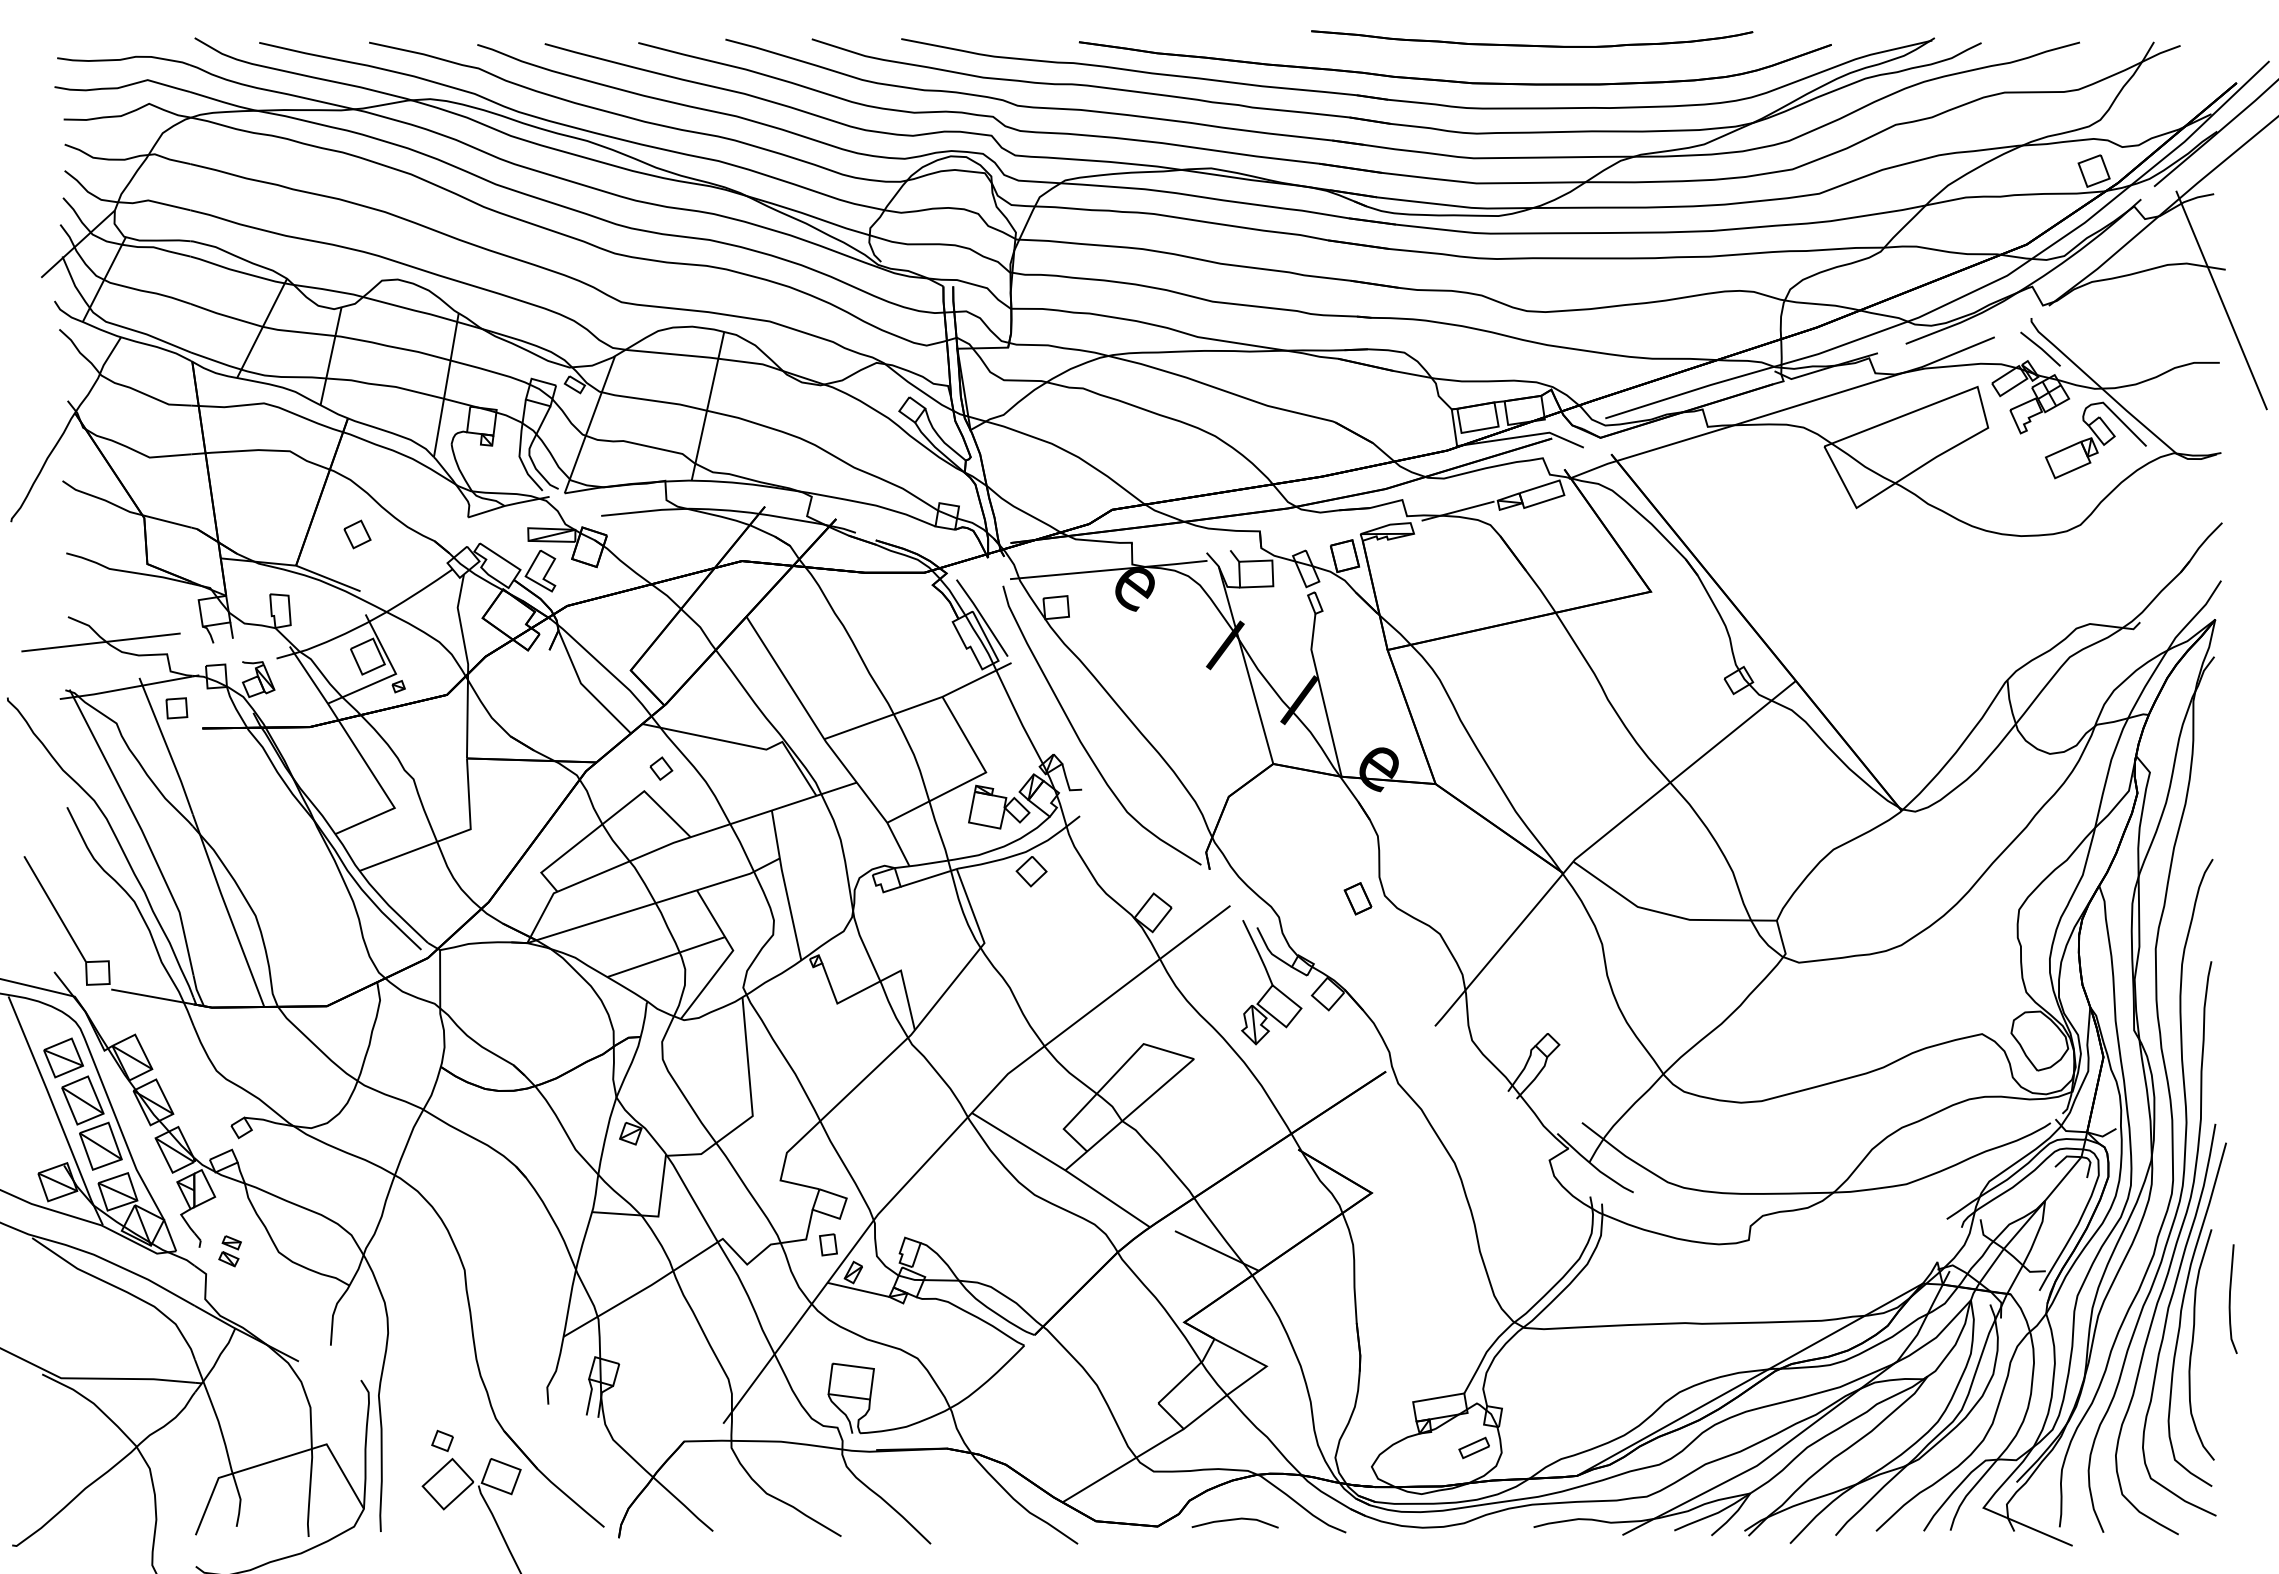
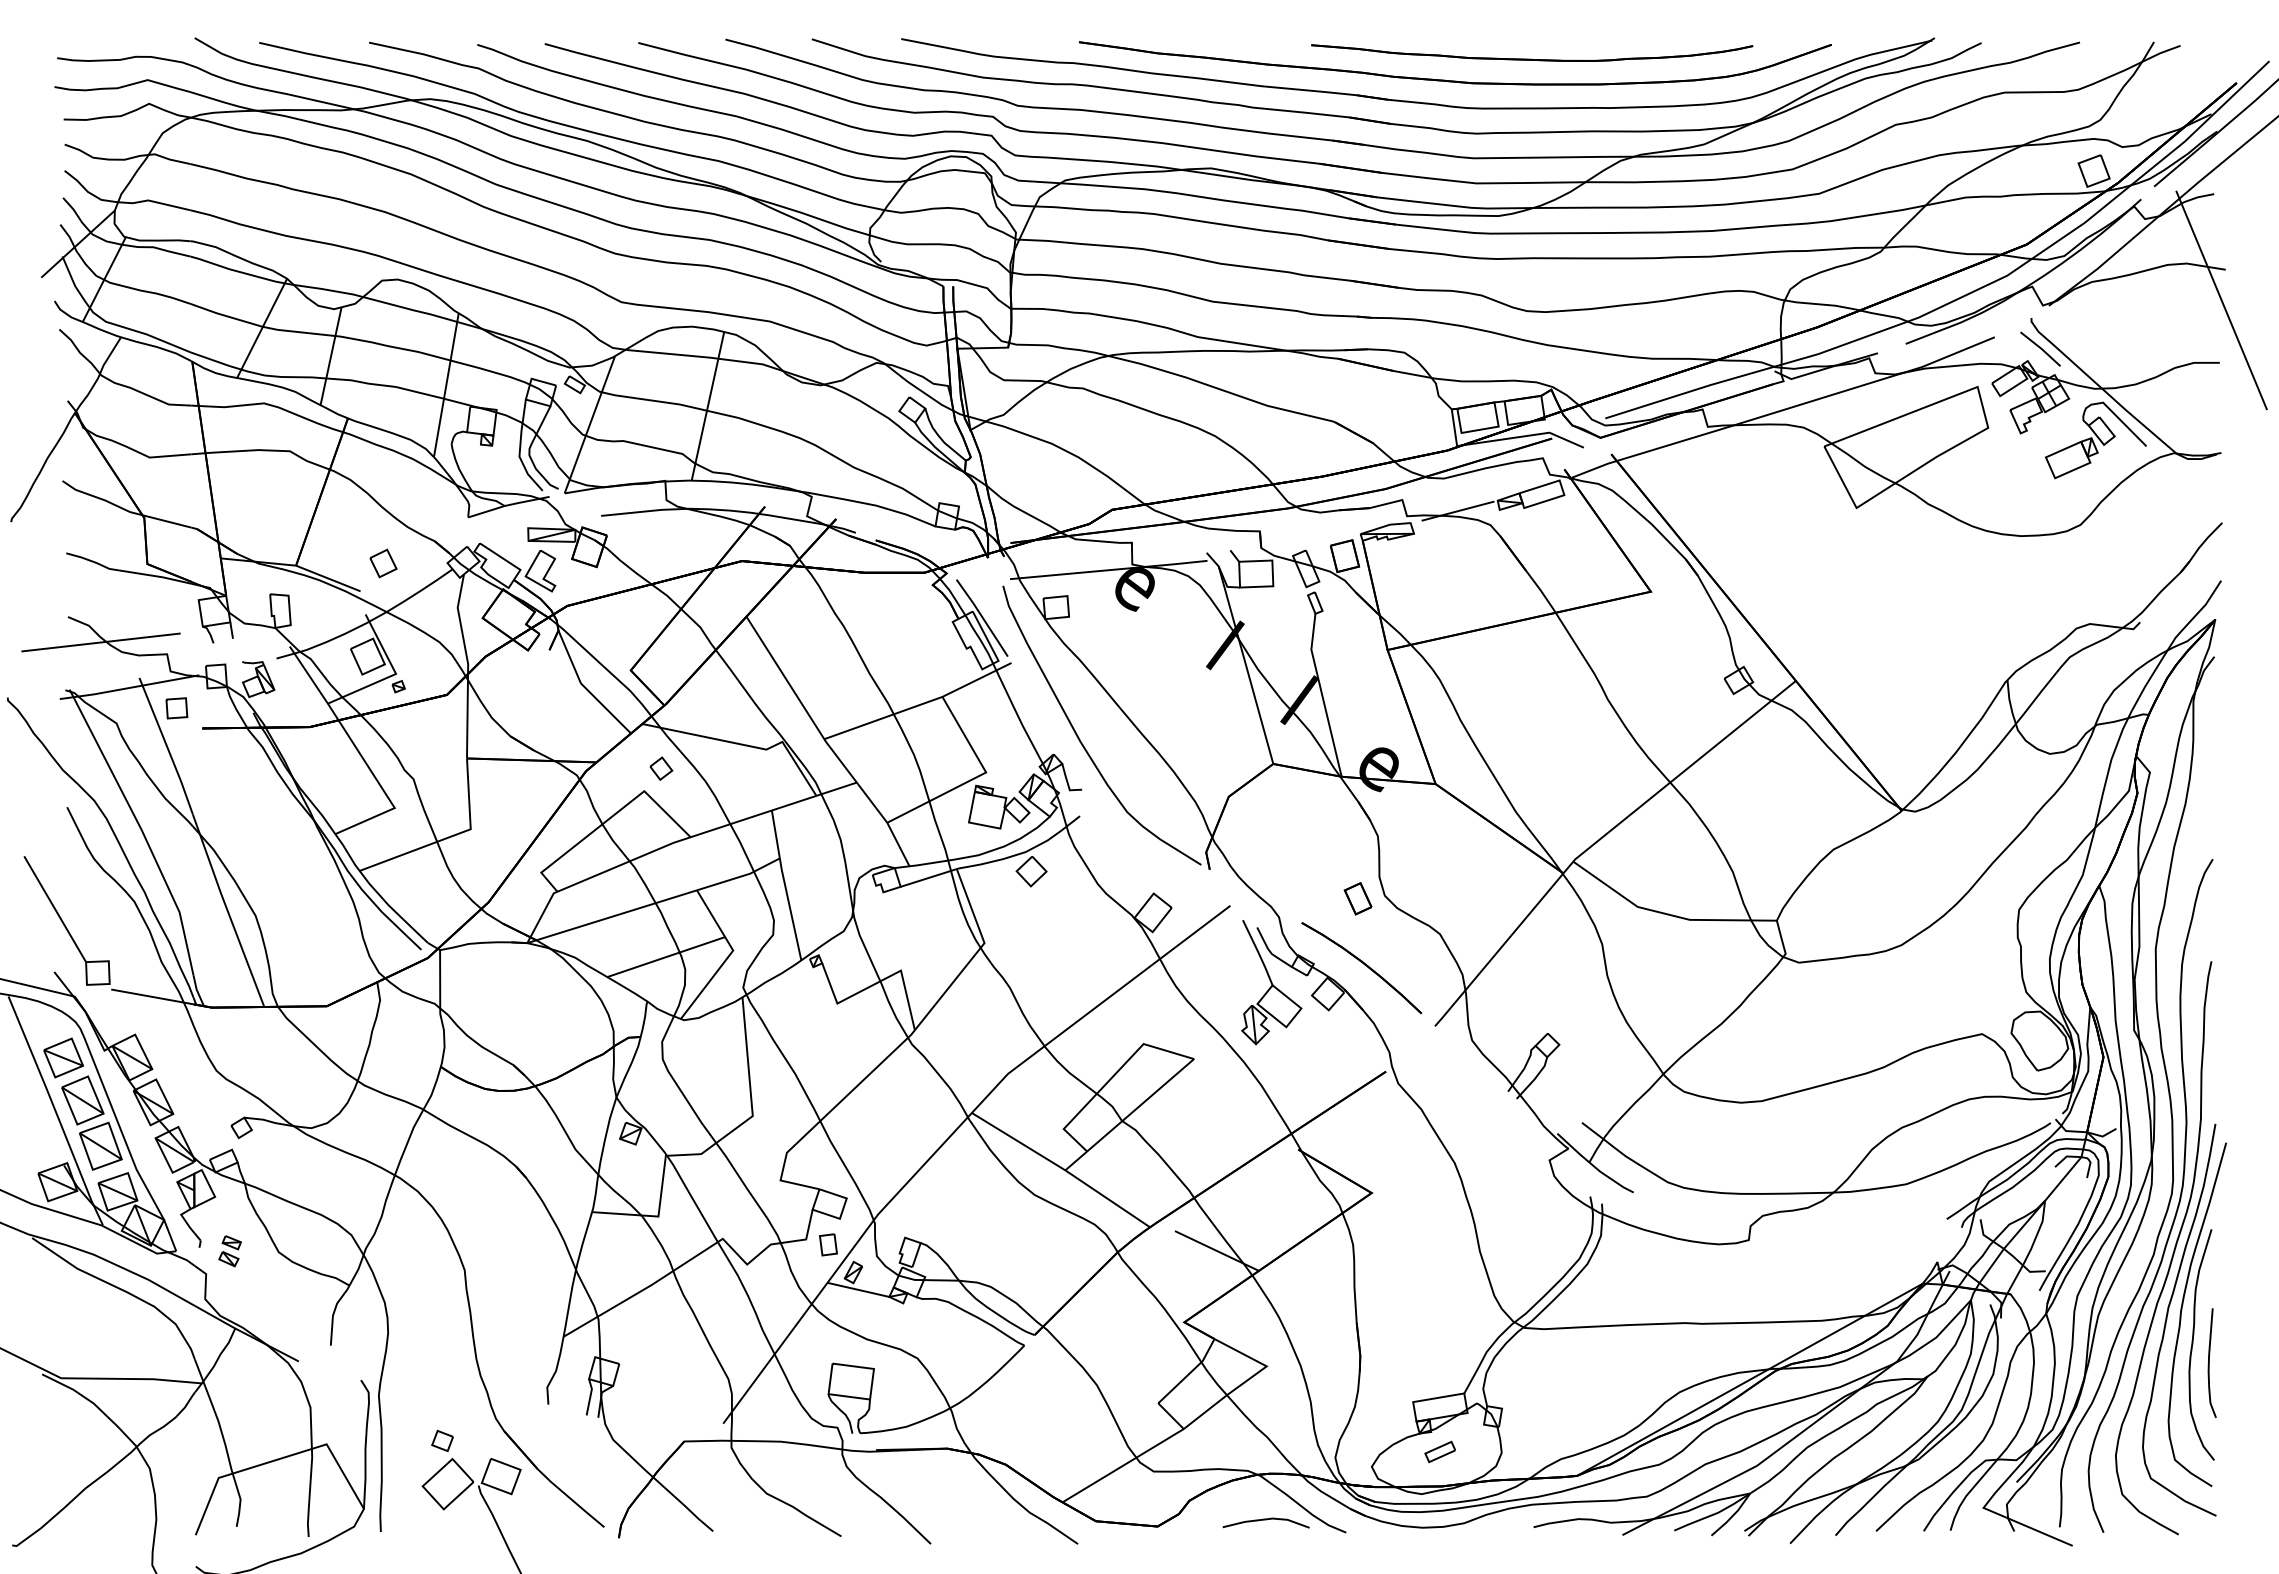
part at (1531, 44) position: (1531, 44) -> (1531, 58)
part at (357, 534) position: (357, 534) -> (383, 563)
part at (1361, 968): none -> present
curve at (2230, 1298) position: (2230, 1298) -> (2209, 1362)
part at (1473, 1447) position: (1473, 1447) -> (1439, 1451)
line at (1234, 1520) position: (1234, 1520) -> (1265, 1520)
